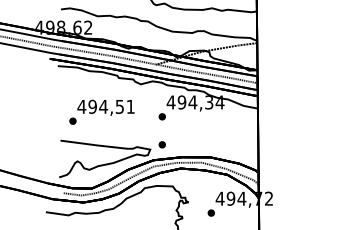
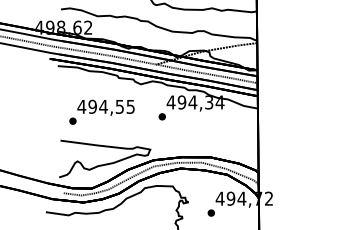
text at (130, 106): 494,51 -> 494,55
part at (161, 144): present -> none
